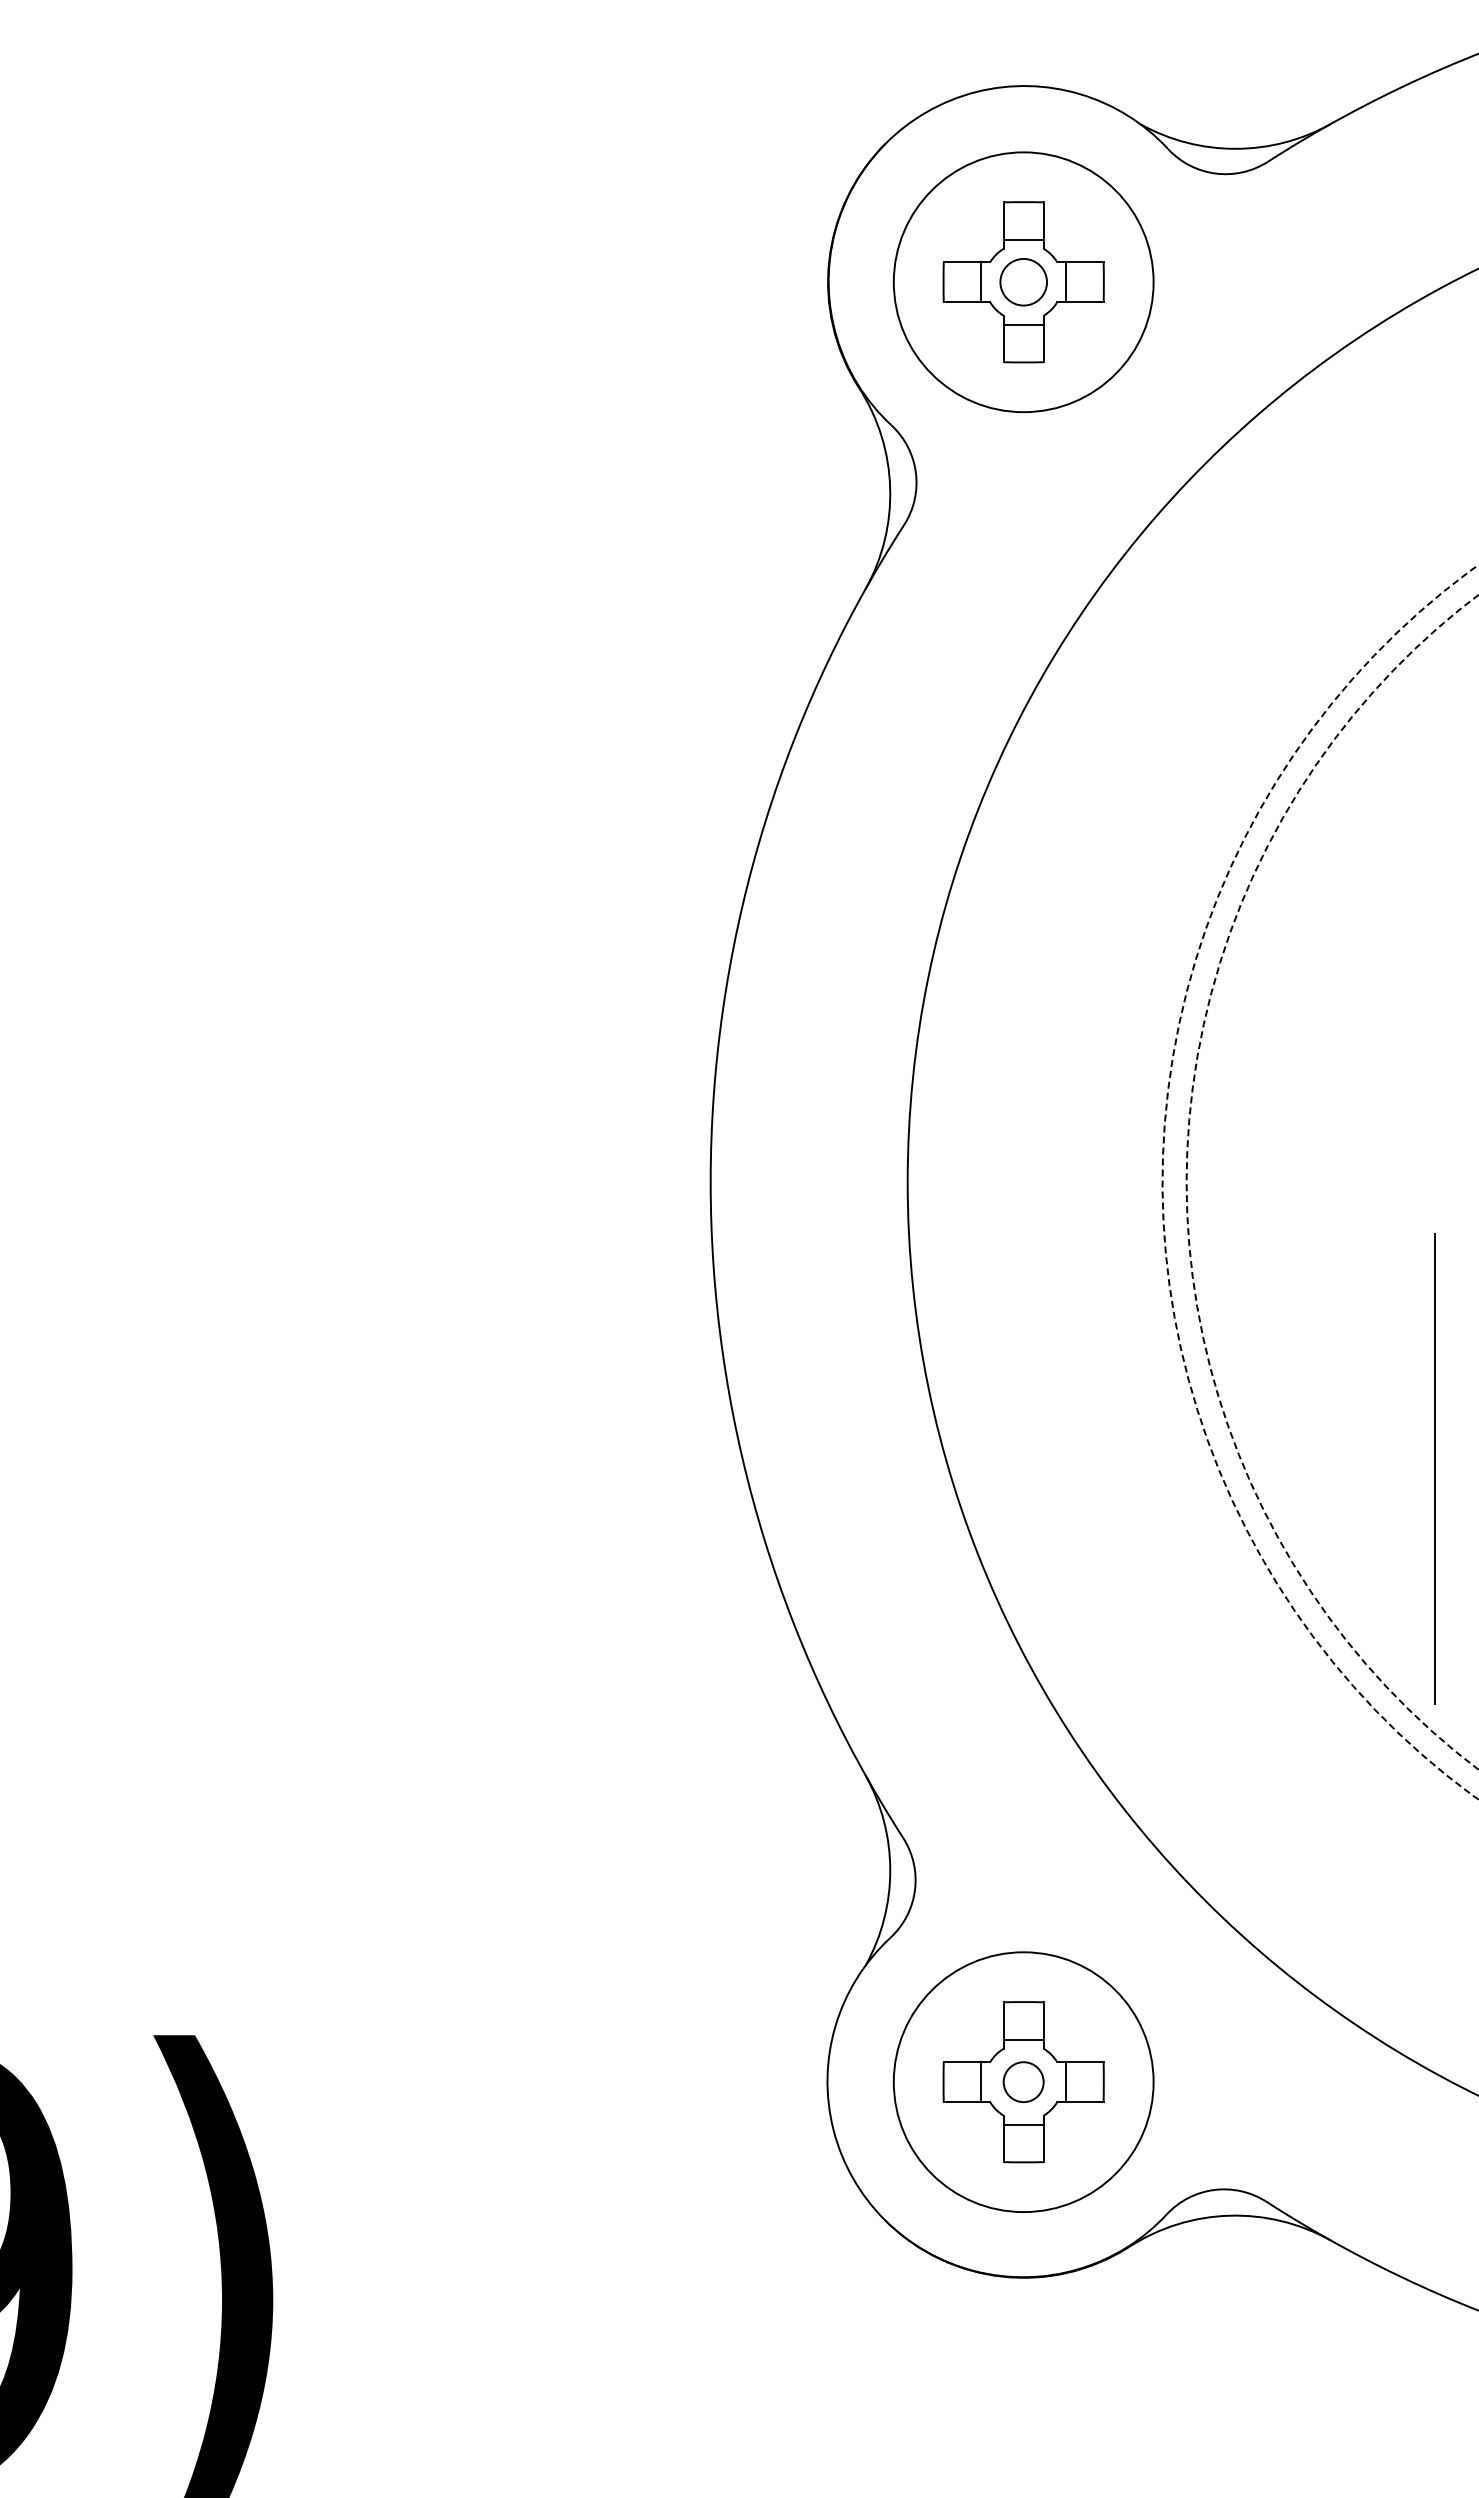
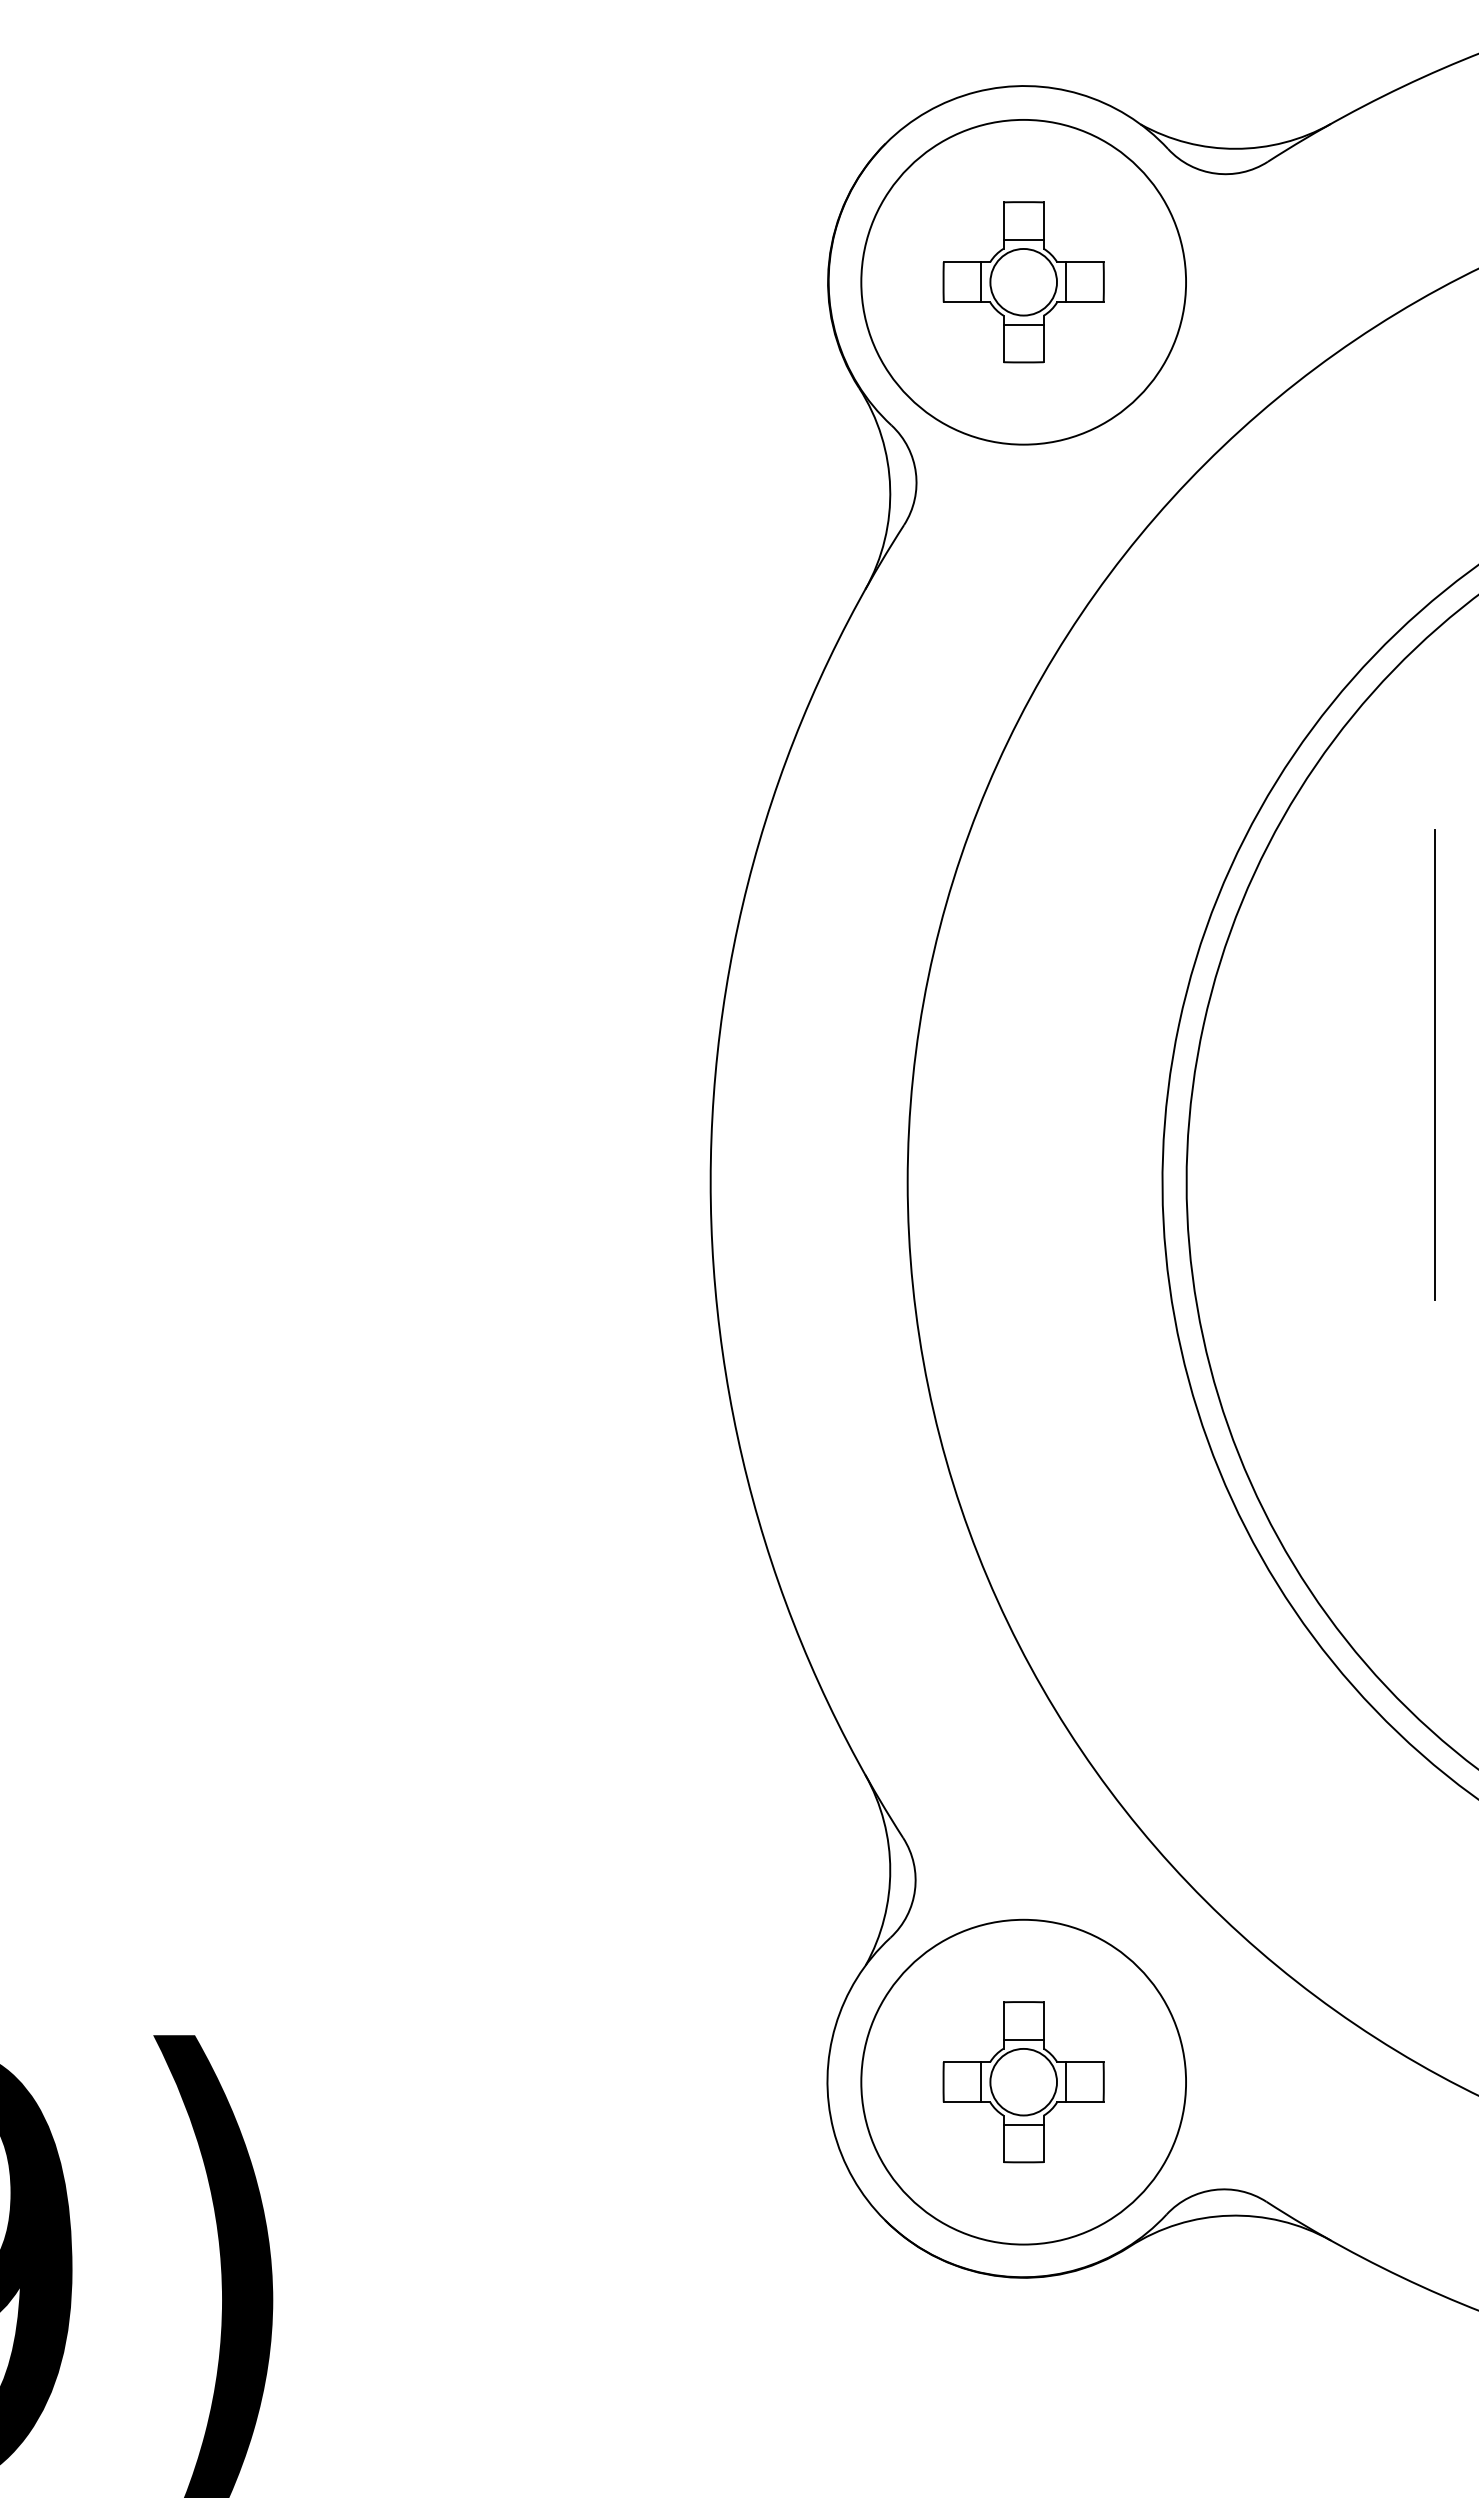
circle at (1023, 281) diameter: 47 px -> 67 px
circle at (1023, 282) diameter: 260 px -> 325 px
arc at (1162, 1182): dashed -> solid
arc at (1186, 1182): dashed -> solid
line at (1434, 1468) position: (1434, 1468) -> (1434, 1064)
circle at (1023, 2082) diameter: 260 px -> 325 px
circle at (1023, 2082) diameter: 40 px -> 67 px
